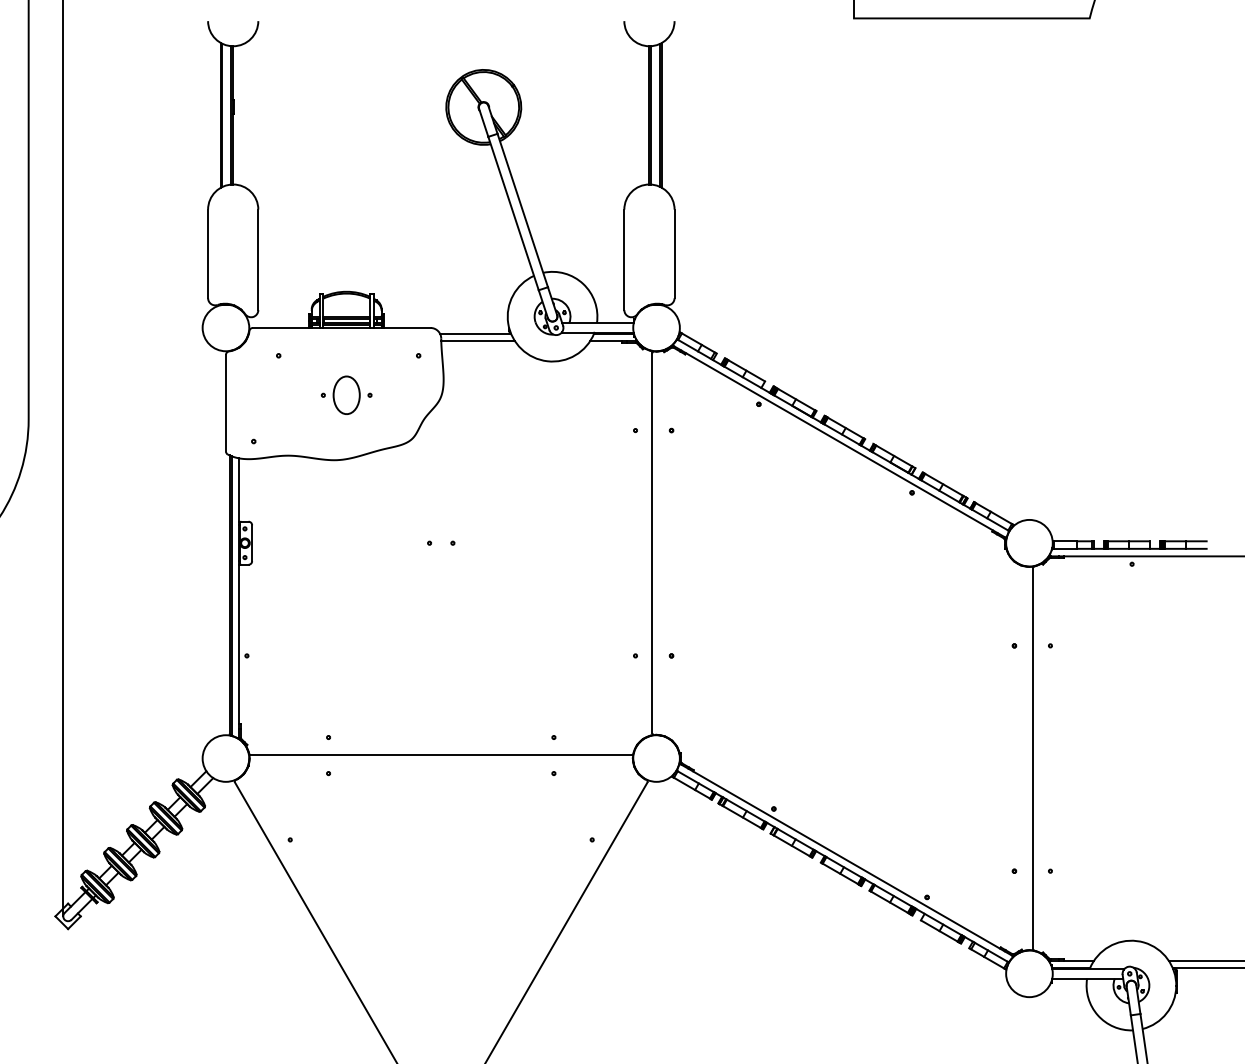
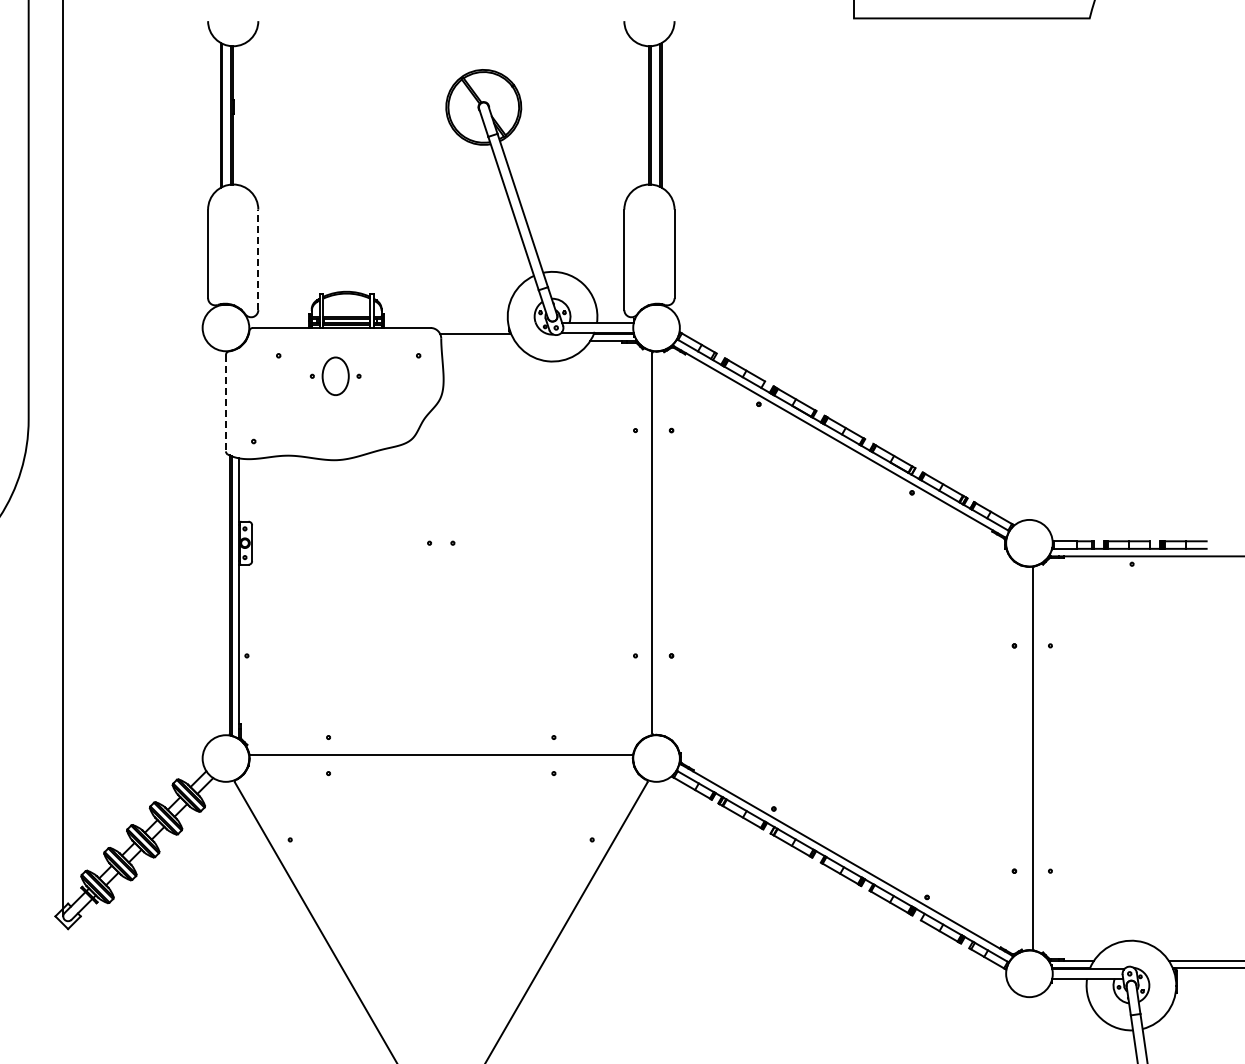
line at (258, 259): solid -> dashed
line at (477, 341): present -> none
part at (346, 394) position: (346, 394) -> (335, 375)
line at (225, 403): solid -> dashed
